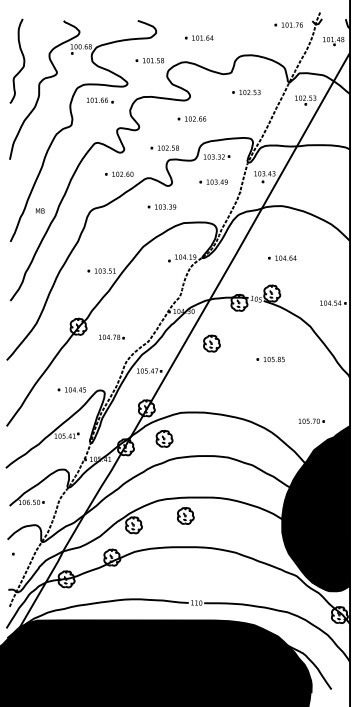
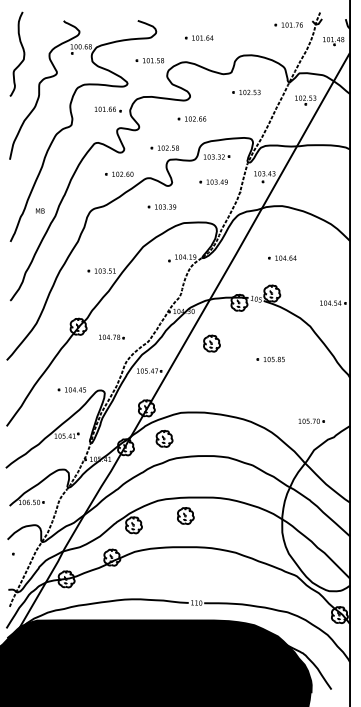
curve at (22, 57) position: (22, 57) -> (22, 50)
part at (99, 100) position: (99, 100) -> (107, 109)
fill at (316, 508): present -> none
